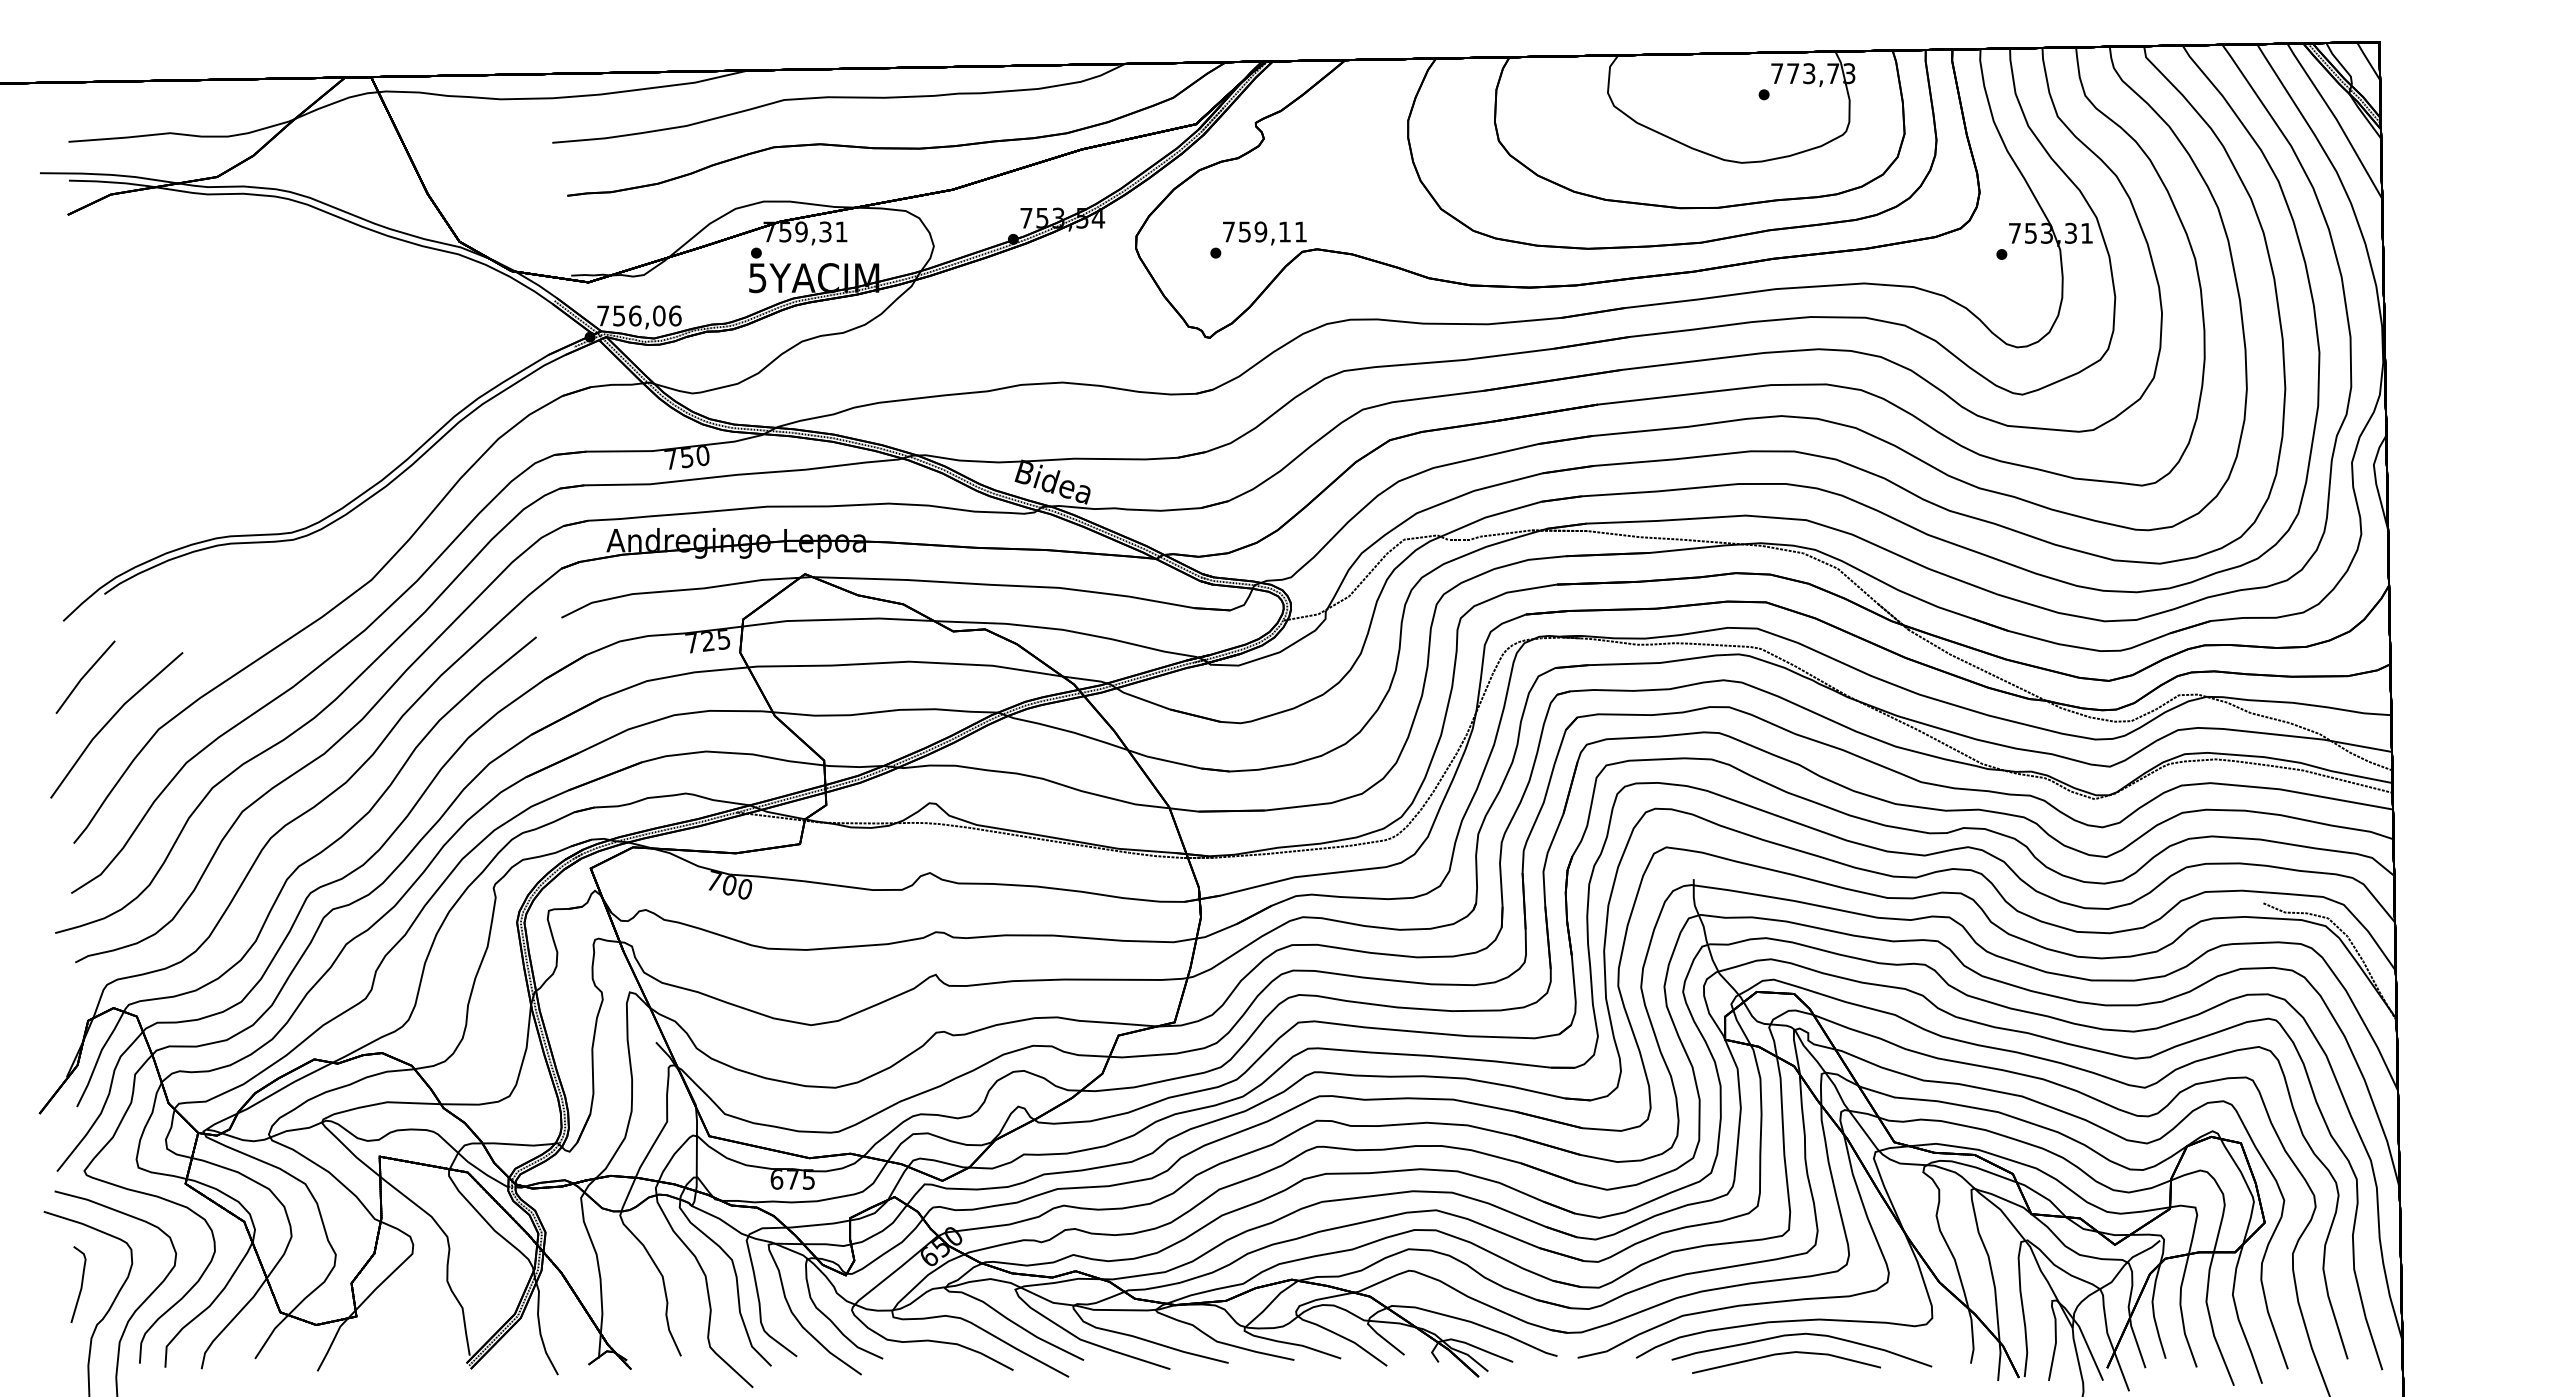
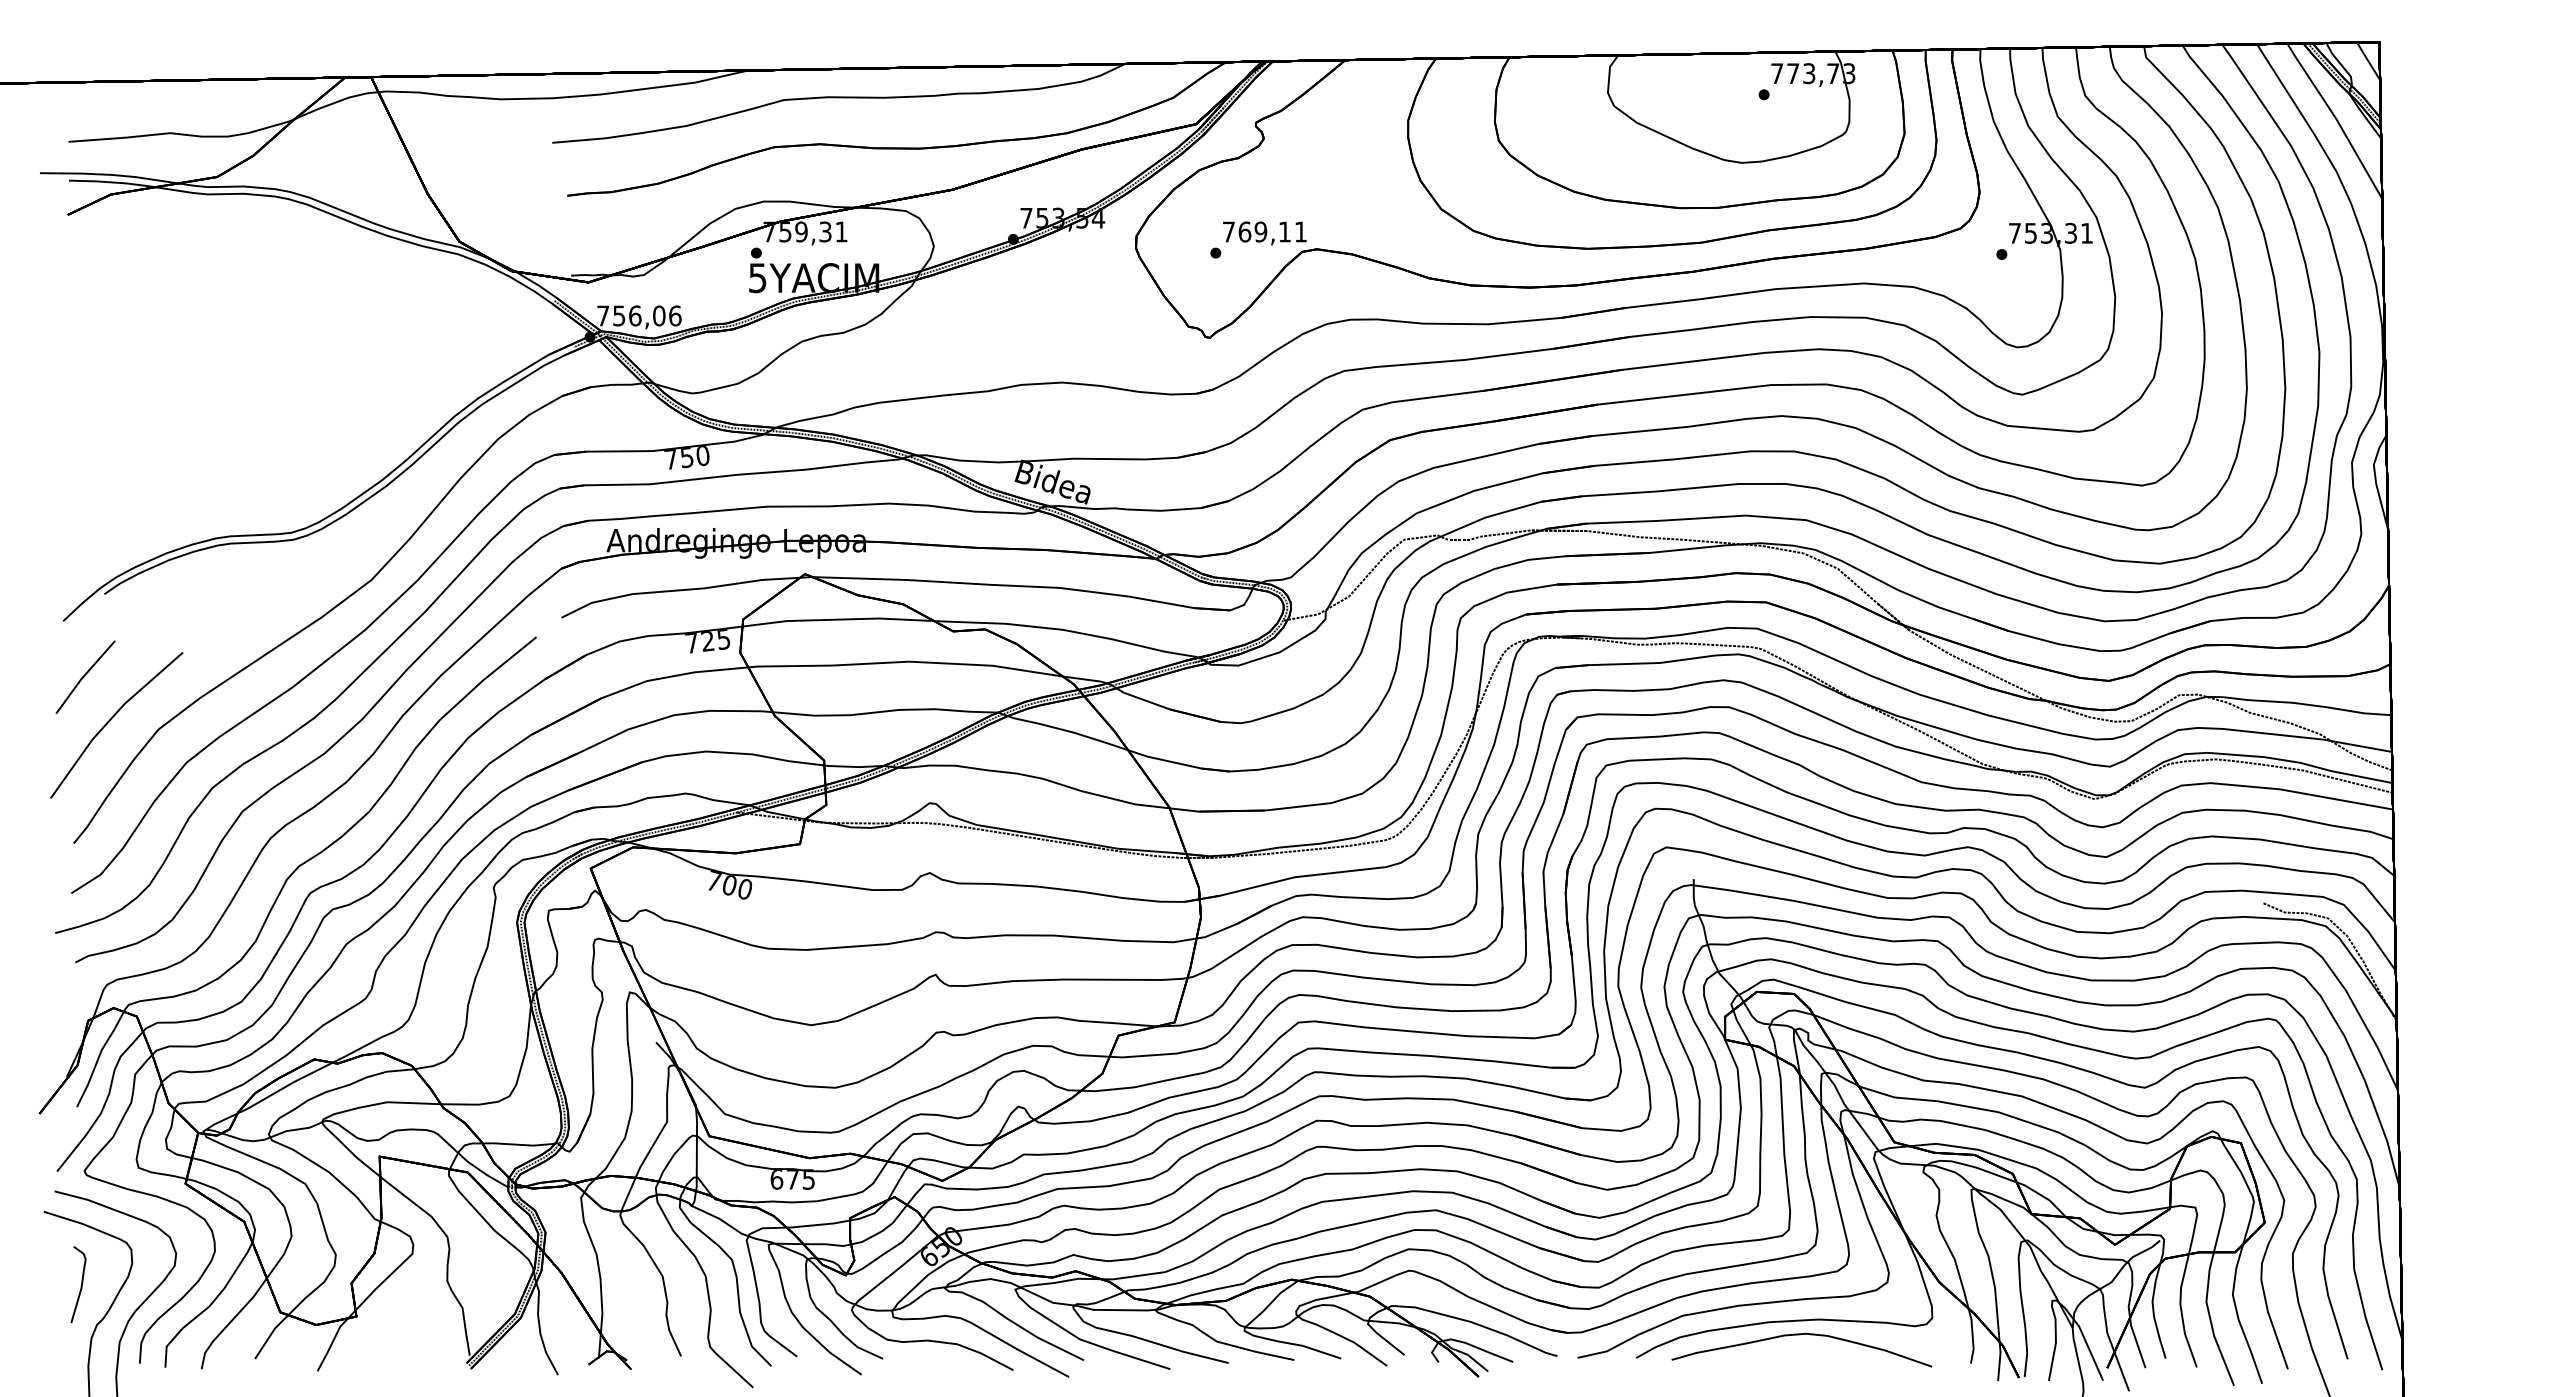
text at (1244, 231): 759,11 -> 769,11
line at (1785, 1354): present -> none
